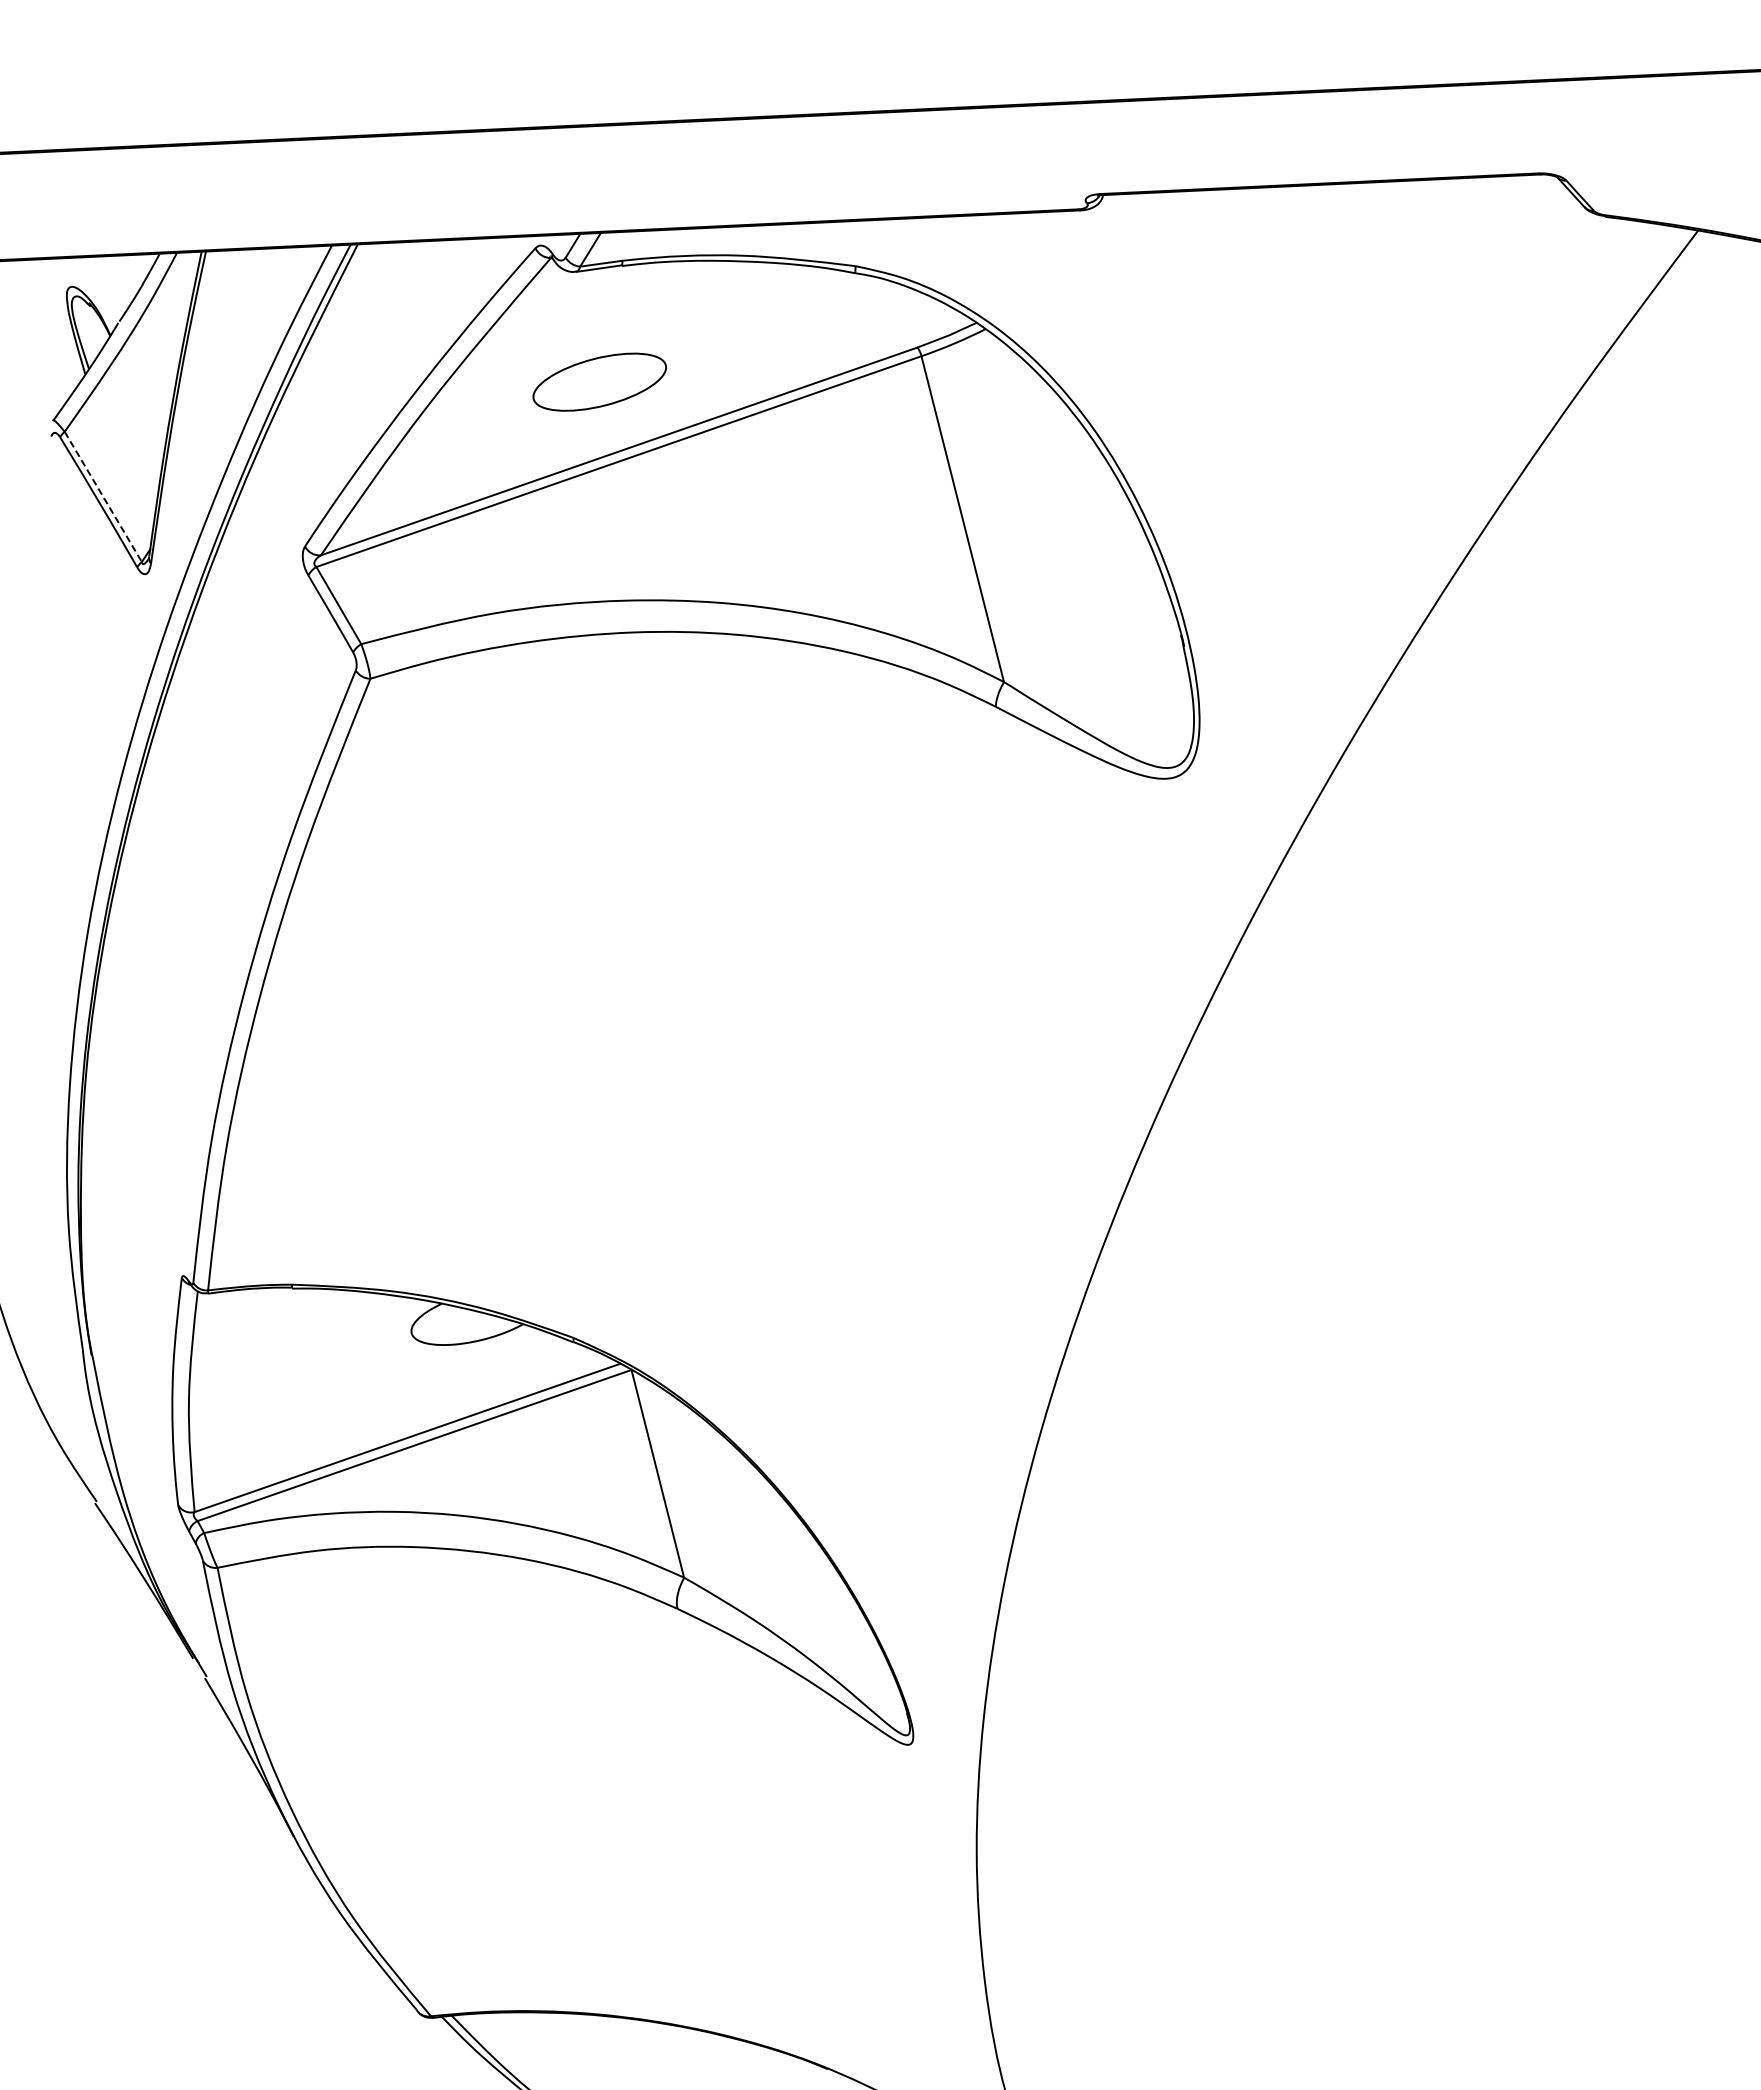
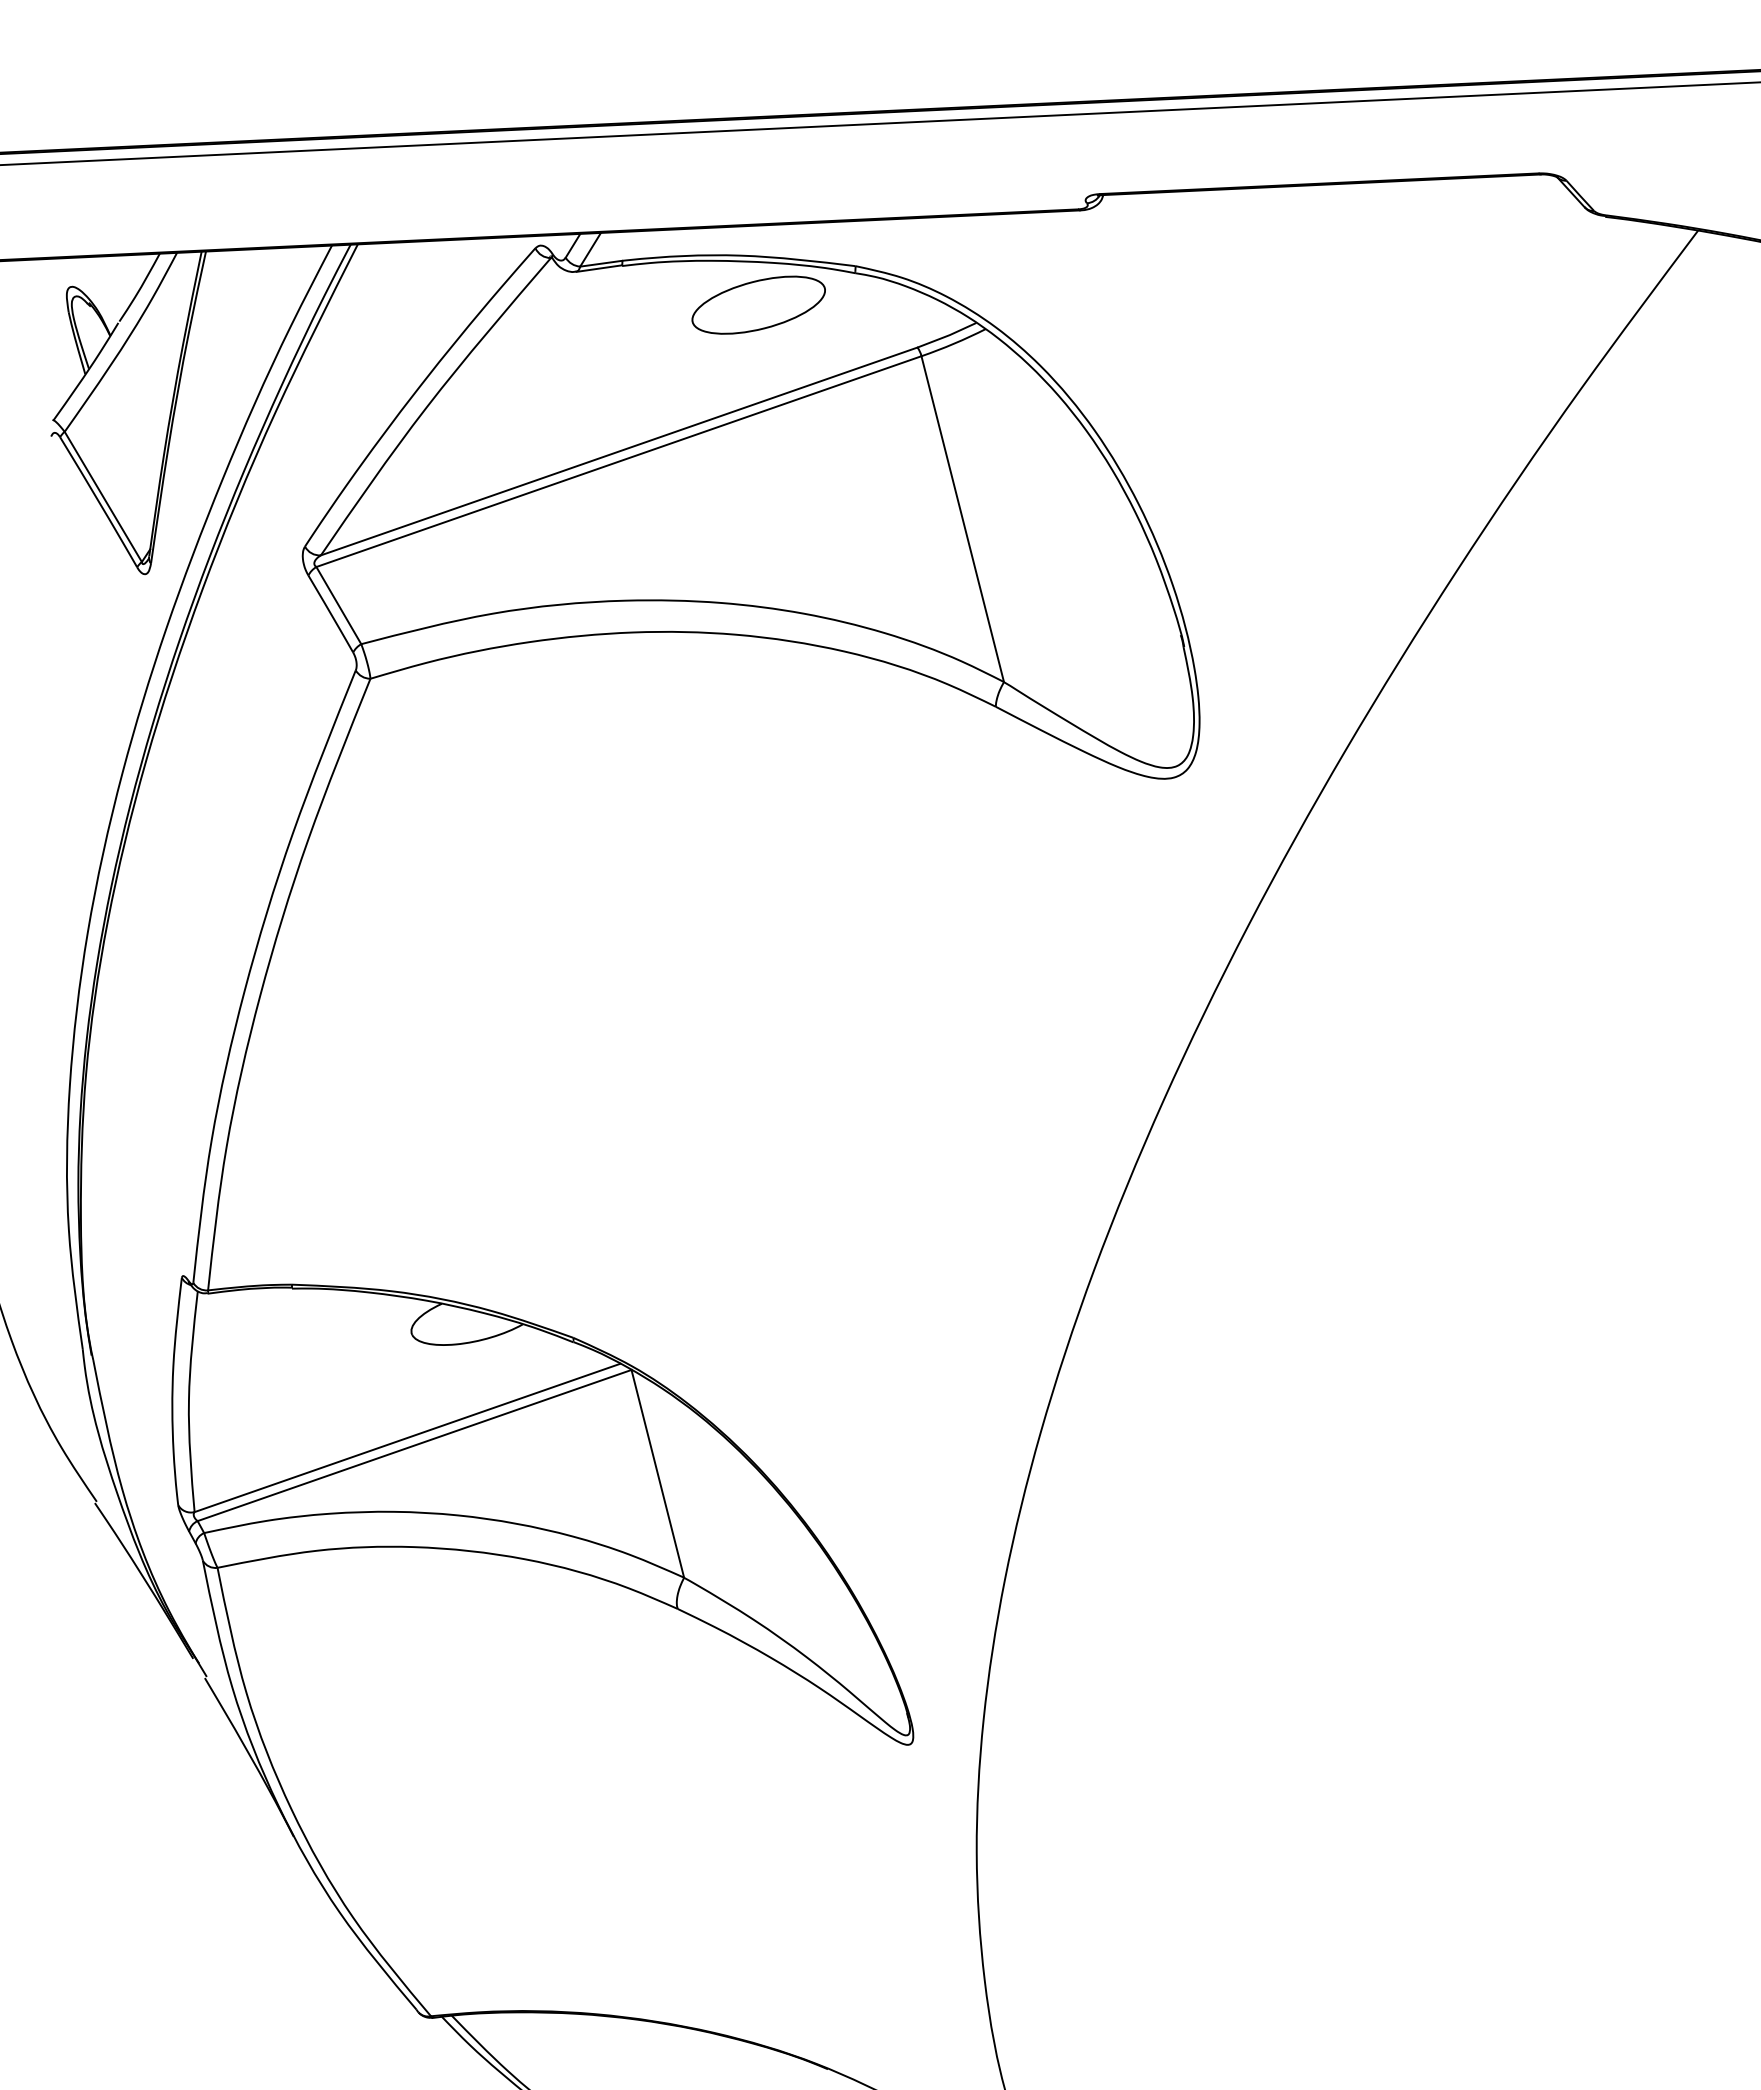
line at (879, 123): none -> present
part at (599, 381) position: (599, 381) -> (758, 304)
line at (103, 496): dashed -> solid
